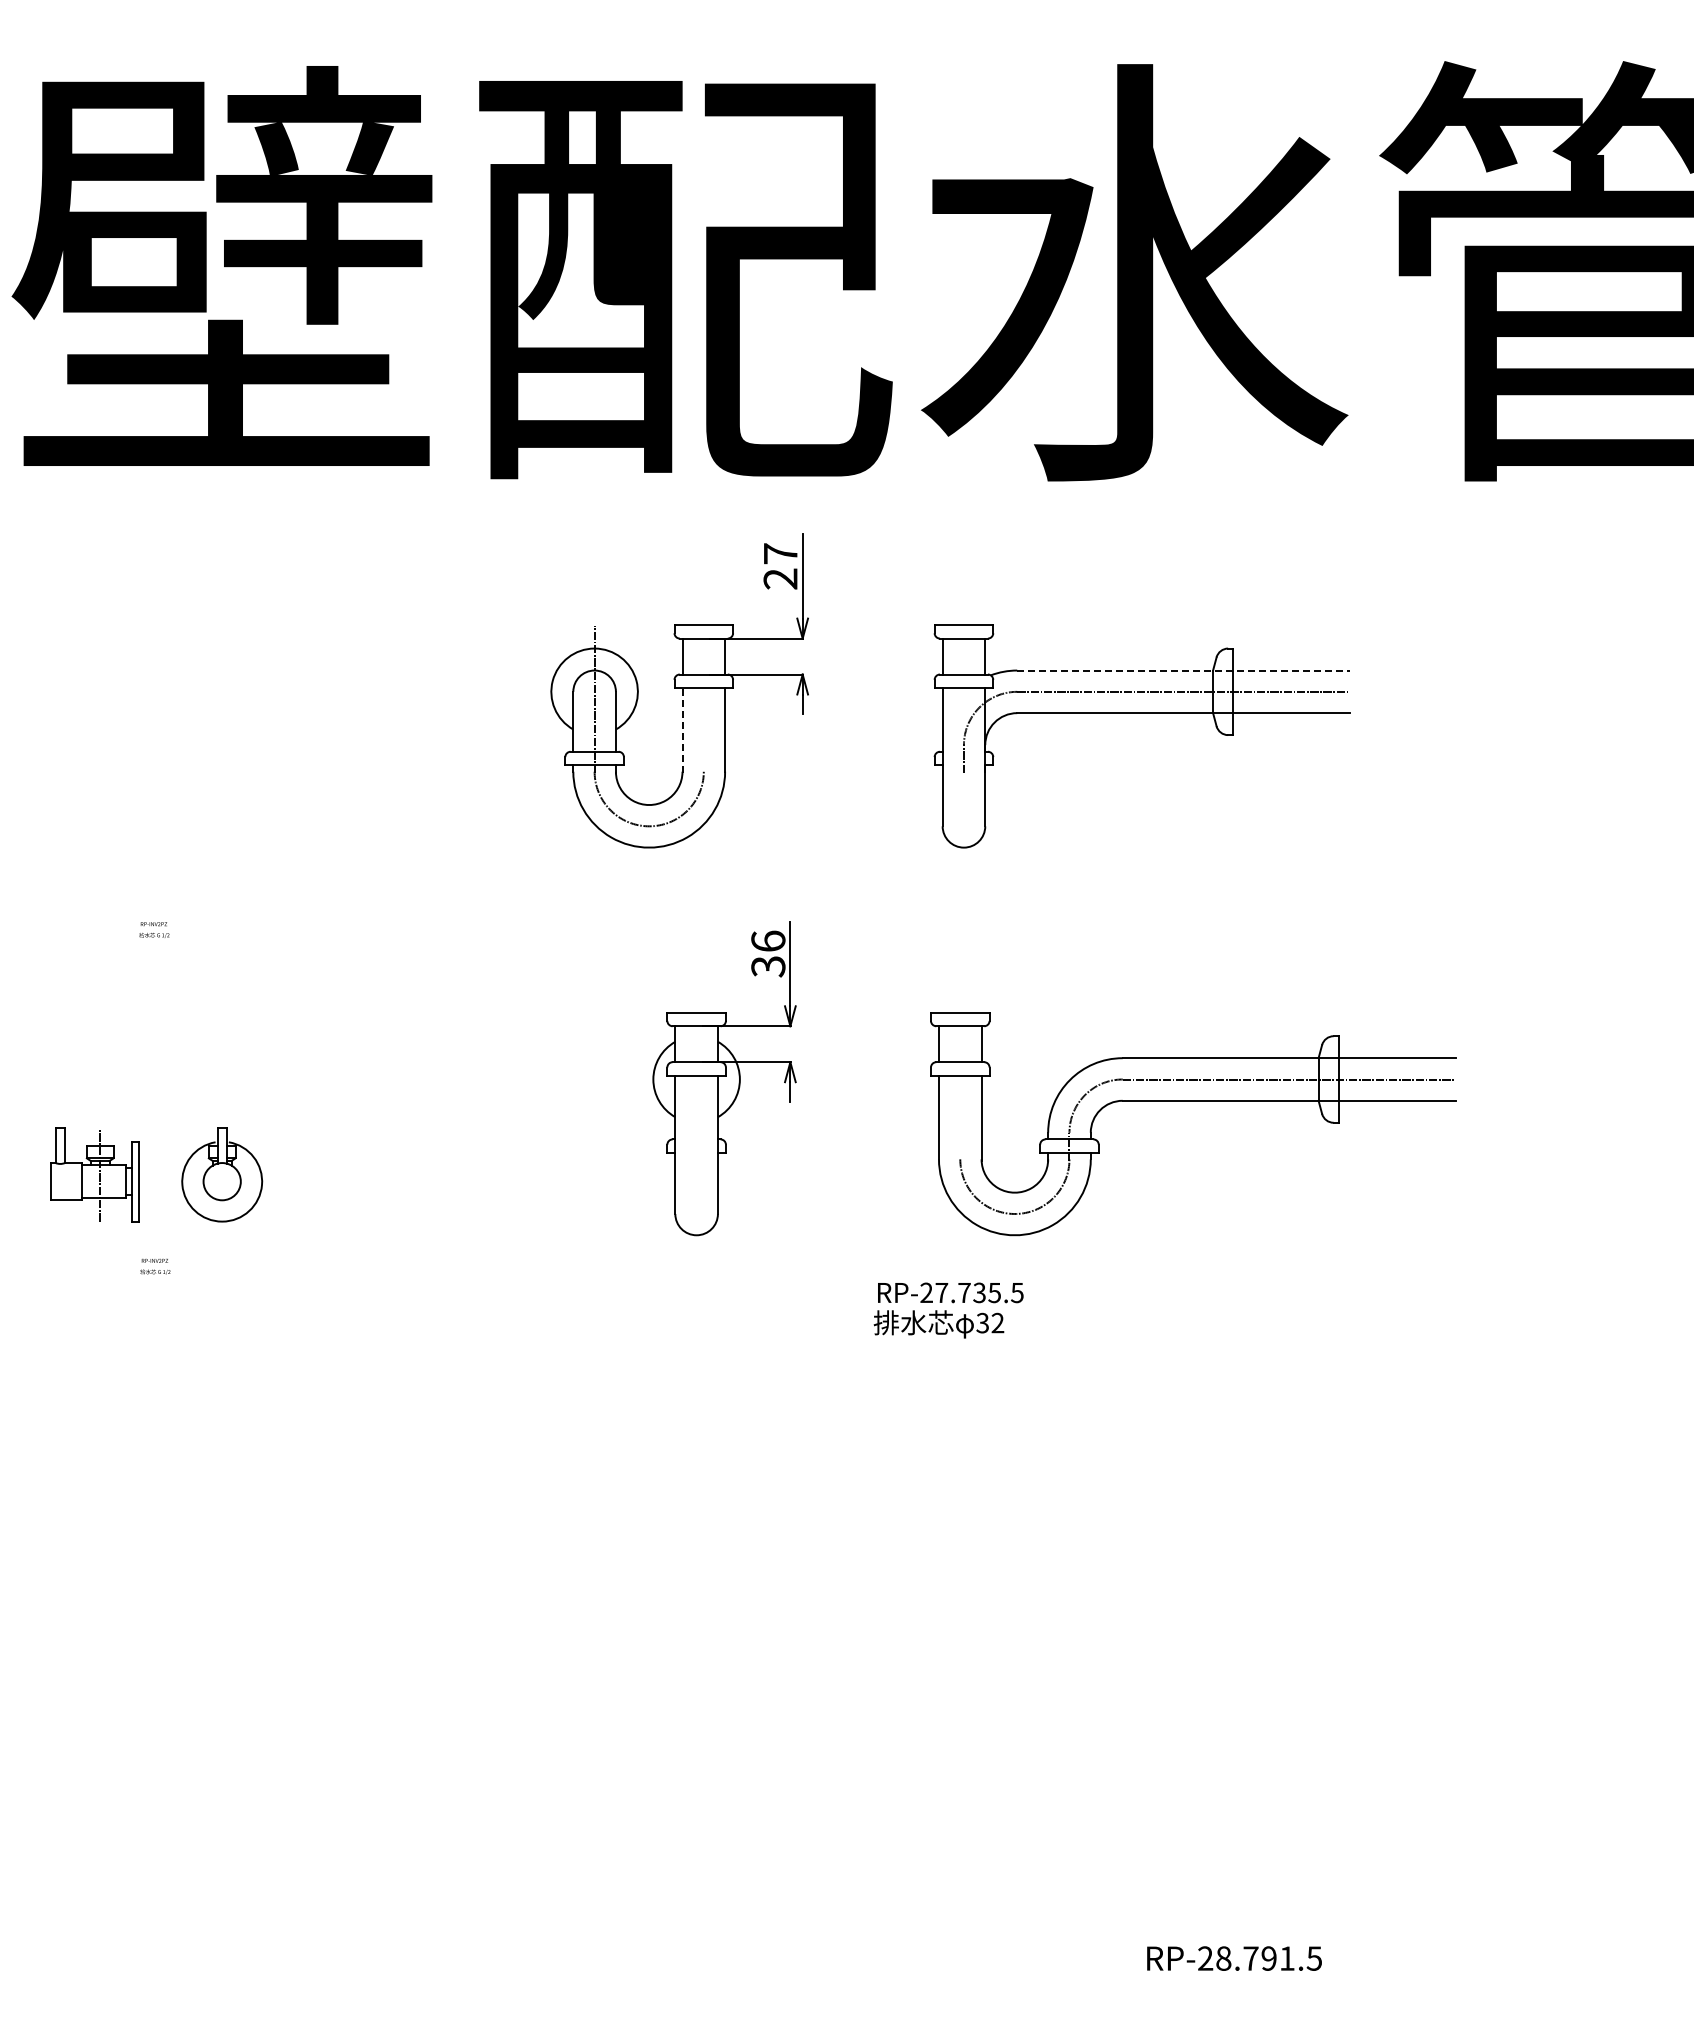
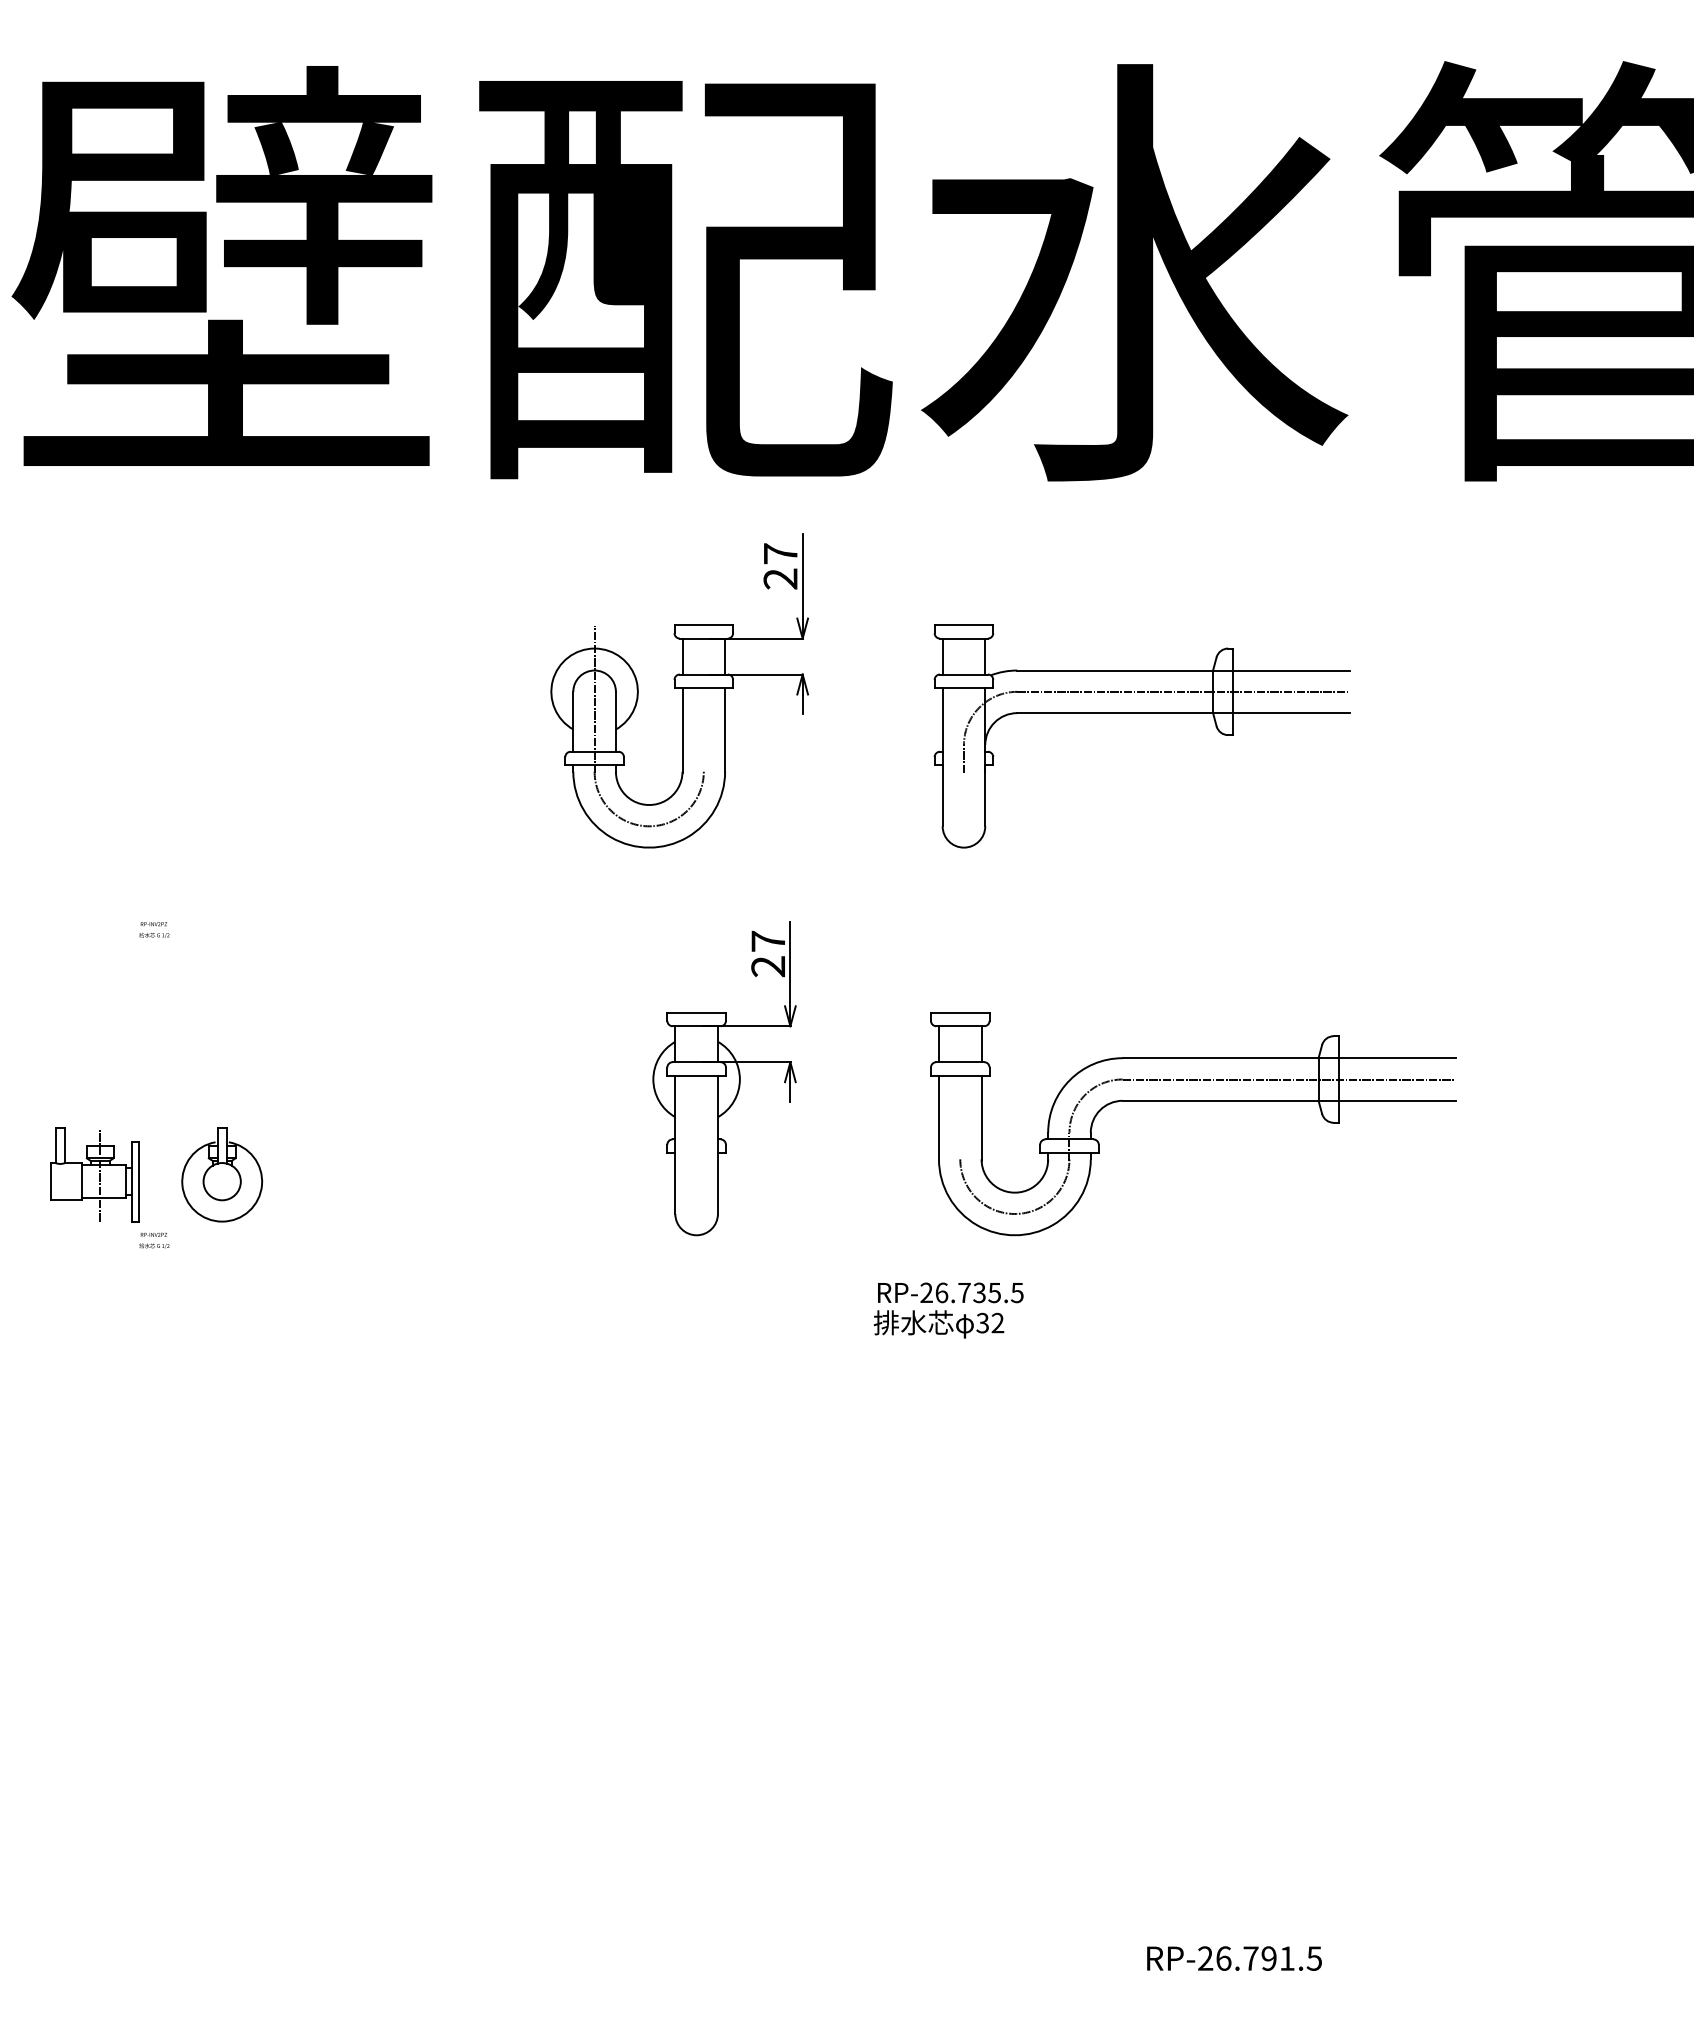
line at (1184, 670): dashed -> solid
line at (682, 730): dashed -> solid
text at (768, 953): 36 -> 27
text at (155, 1266) position: (155, 1266) -> (154, 1240)
text at (941, 1292): RP-27.735.5 -> RP-26.735.5
text at (1223, 1958): RP-28.791.5 -> RP-26.791.5
